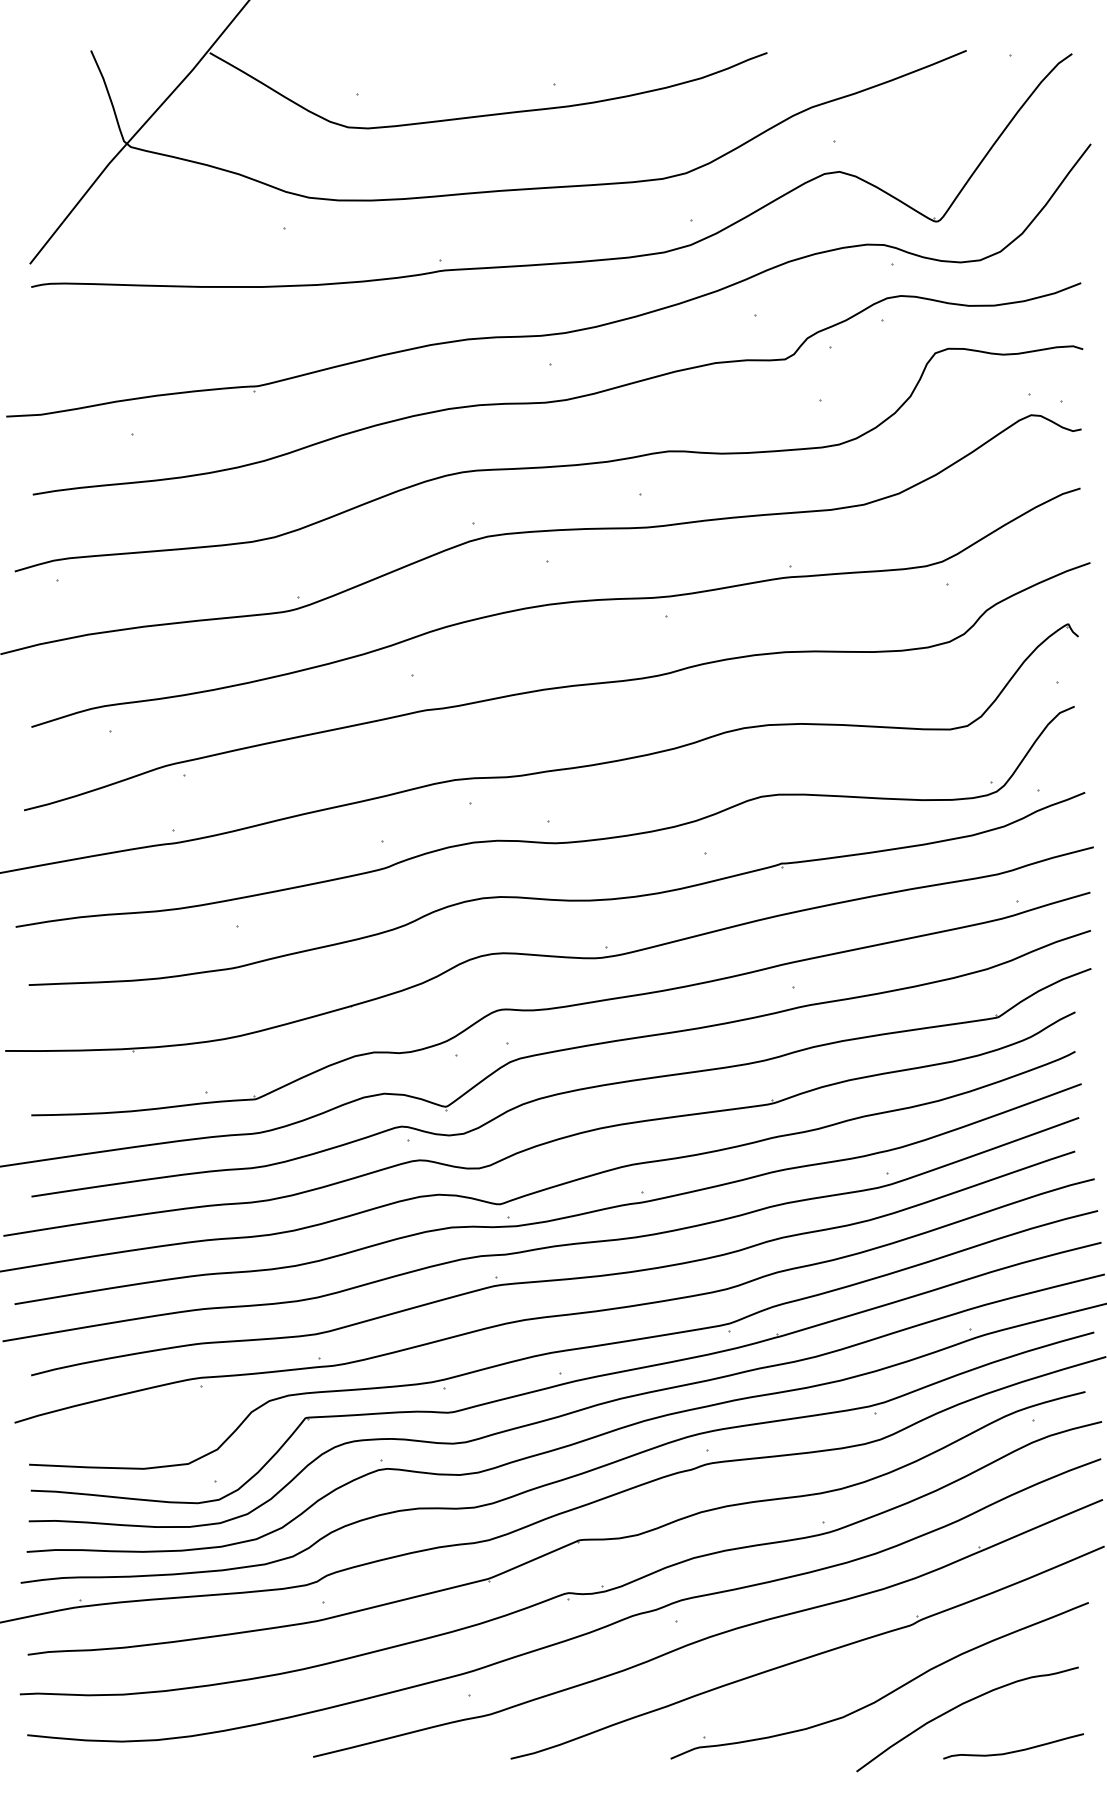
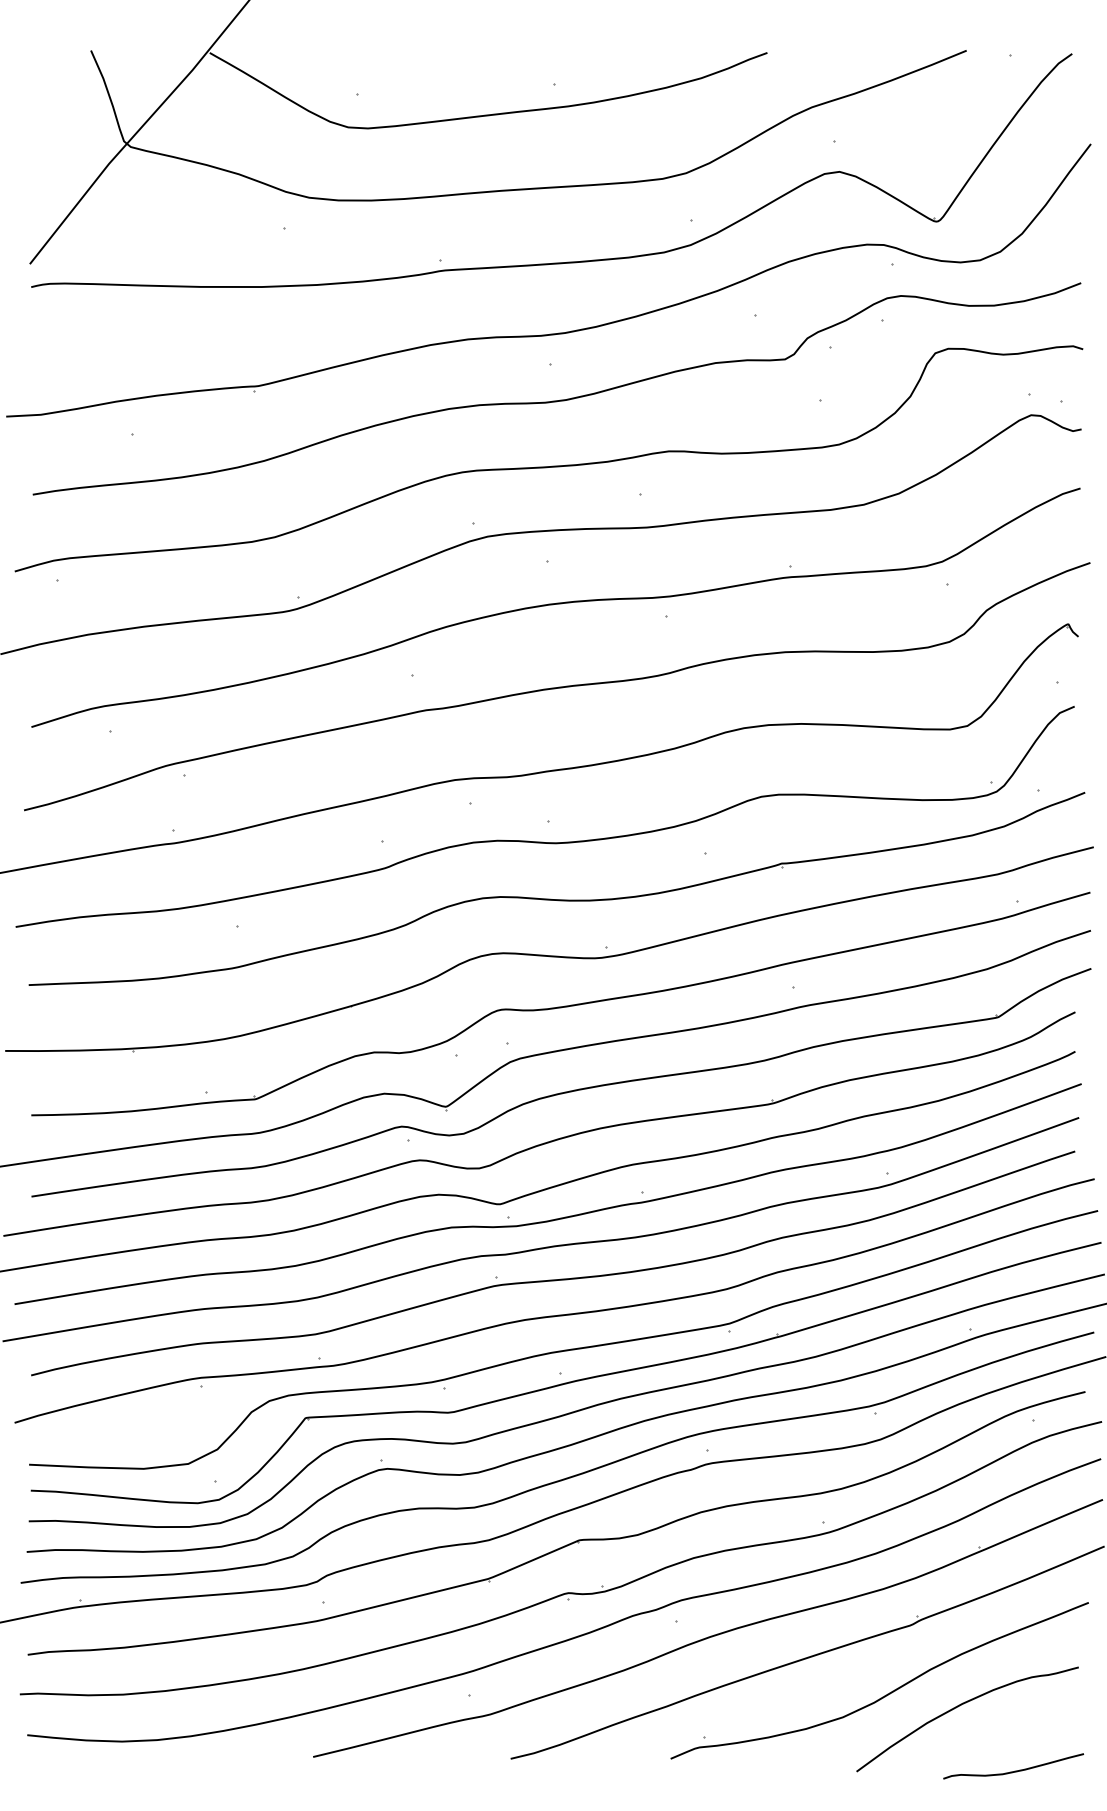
curve at (1014, 1750) position: (1014, 1750) -> (1014, 1770)
